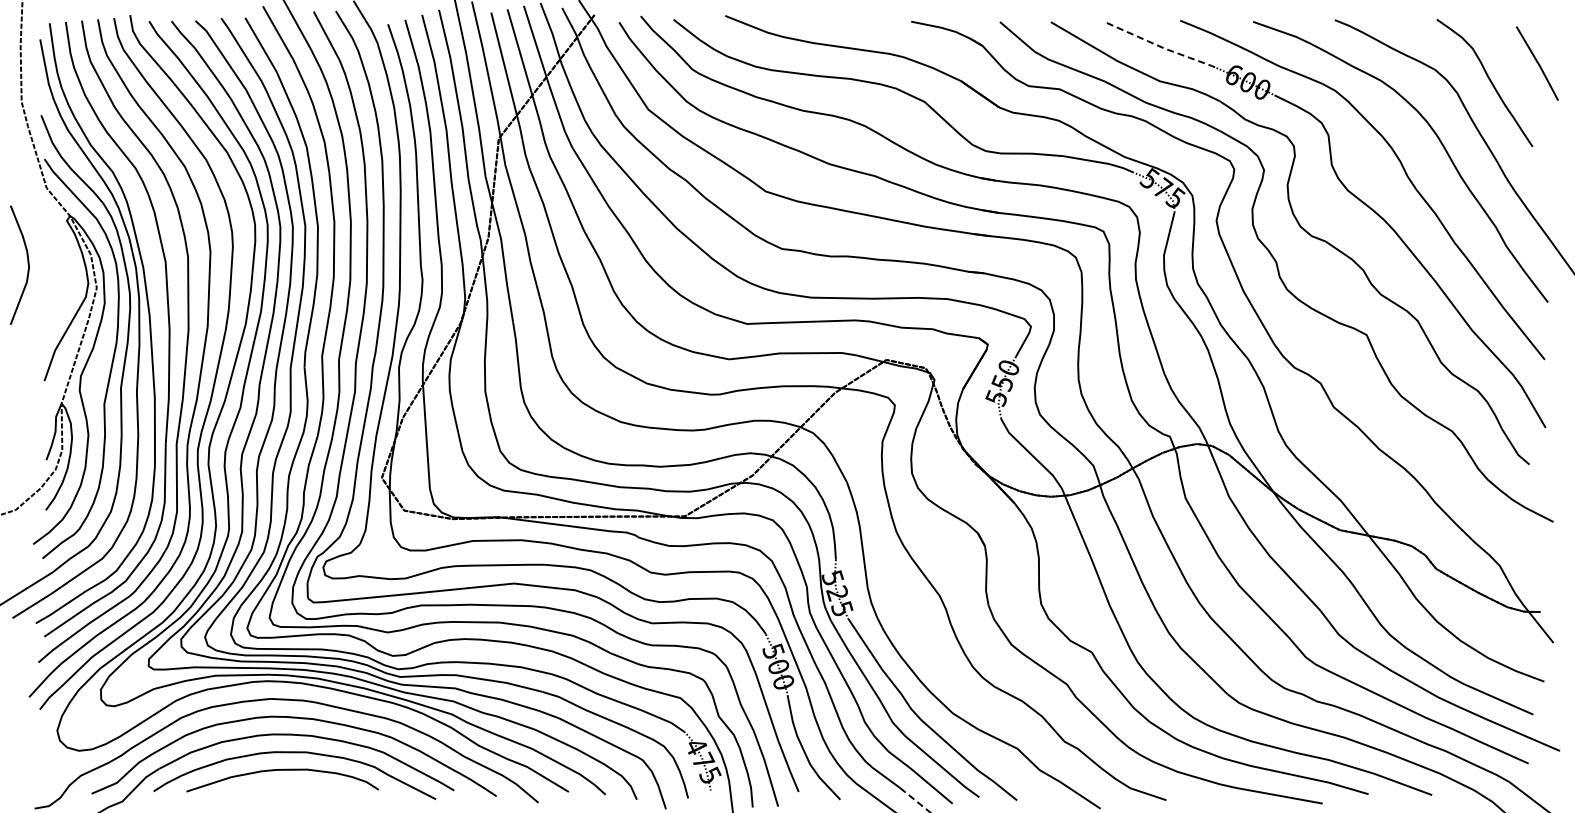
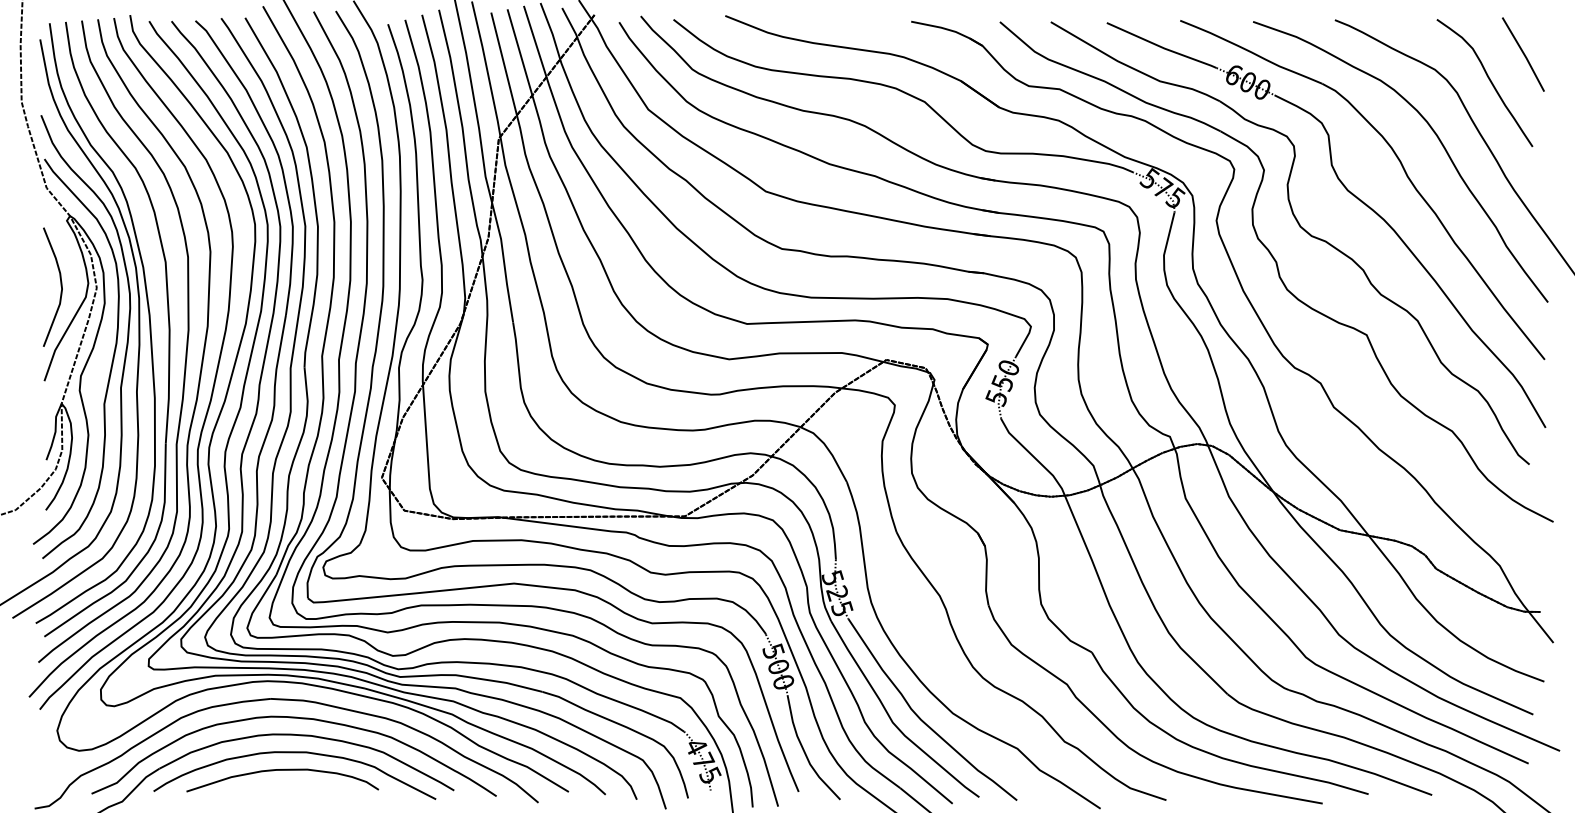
line at (1161, 47): dashed -> solid
line at (1536, 62) position: (1536, 62) -> (1522, 53)
curve at (27, 264) position: (27, 264) -> (60, 286)
line at (915, 800): dashed -> solid
